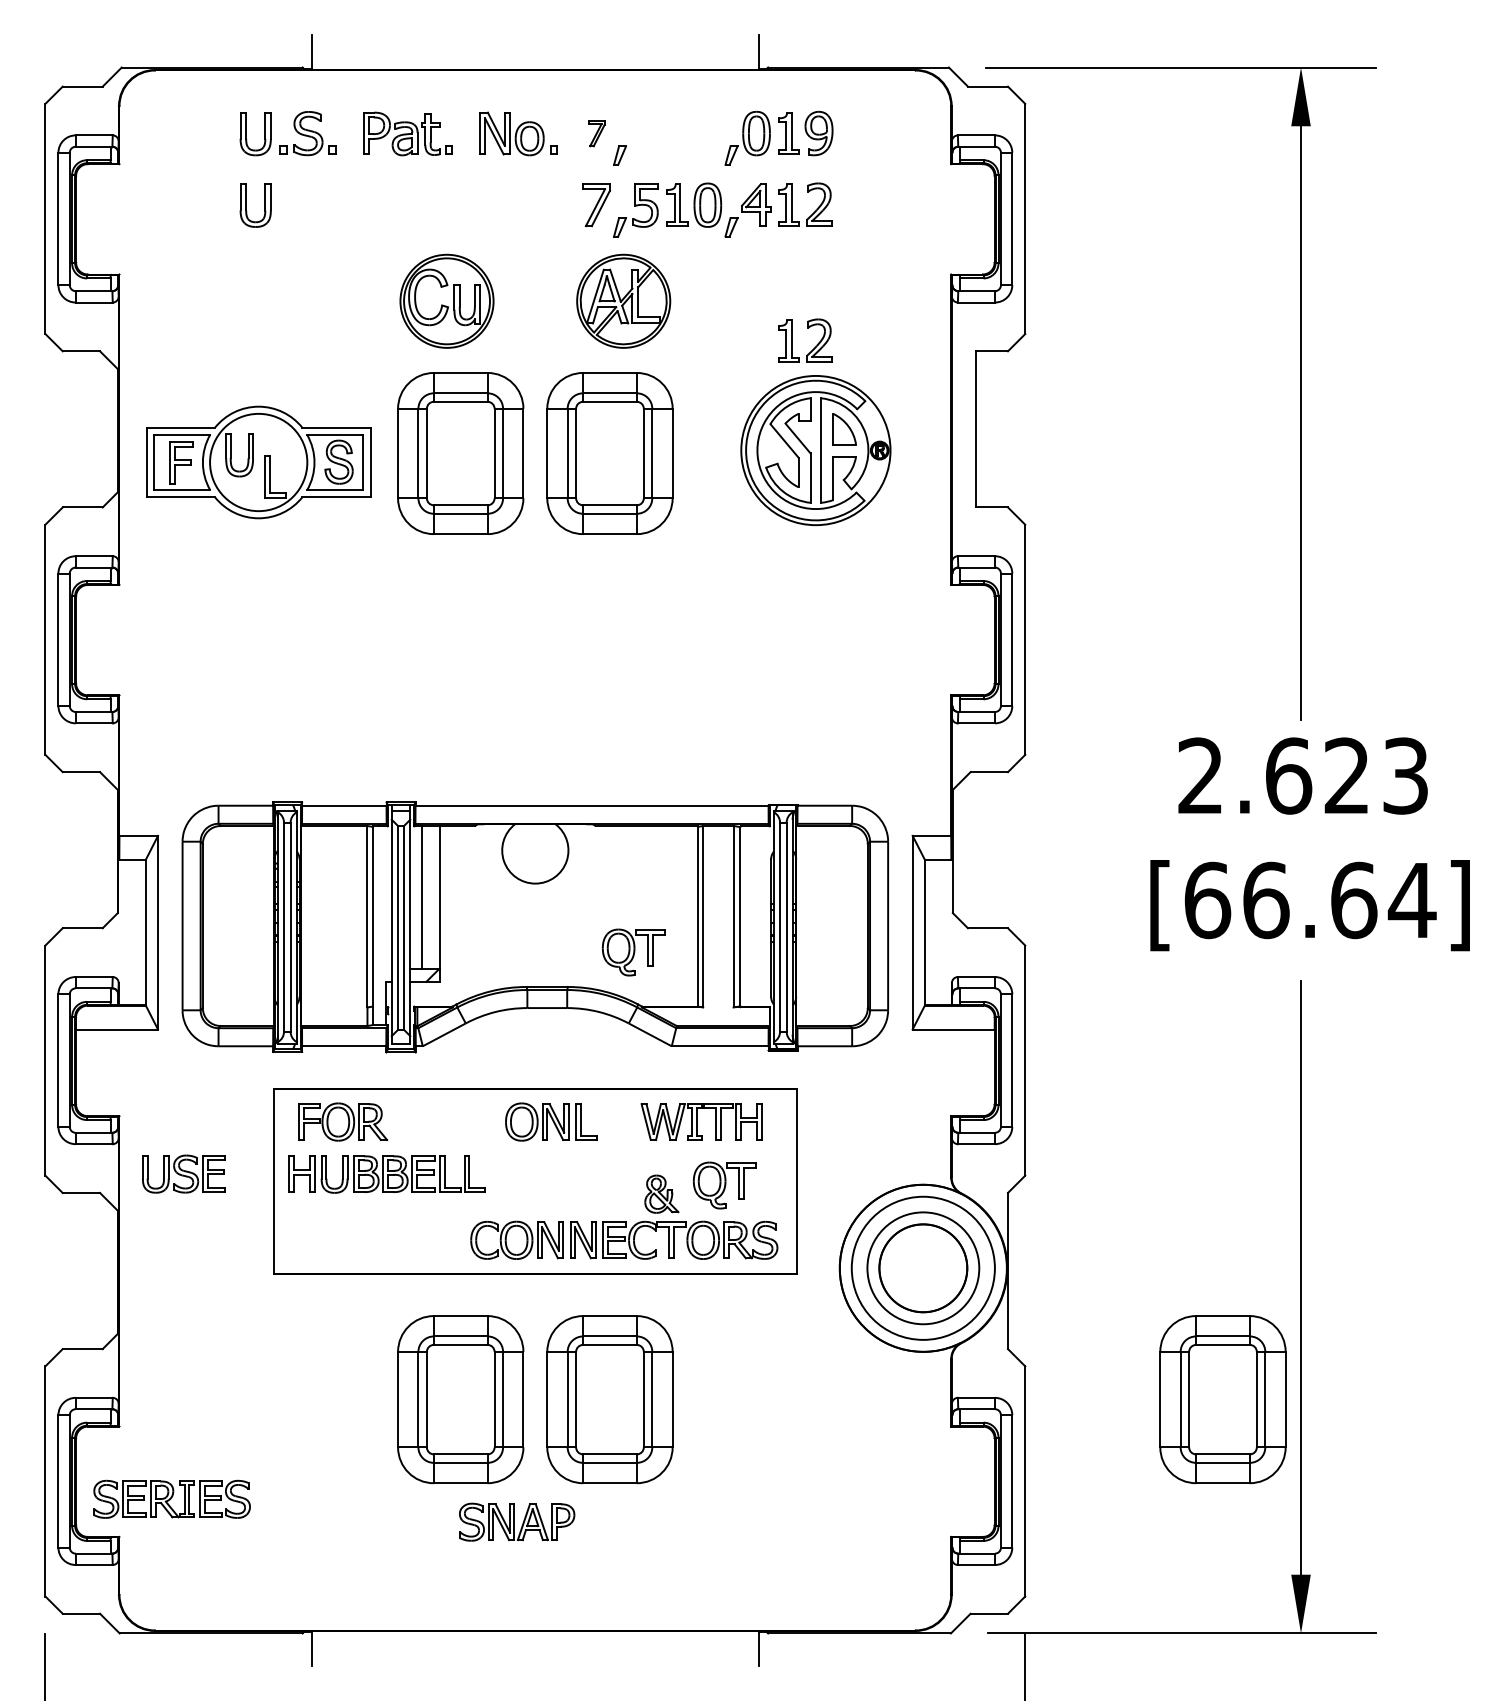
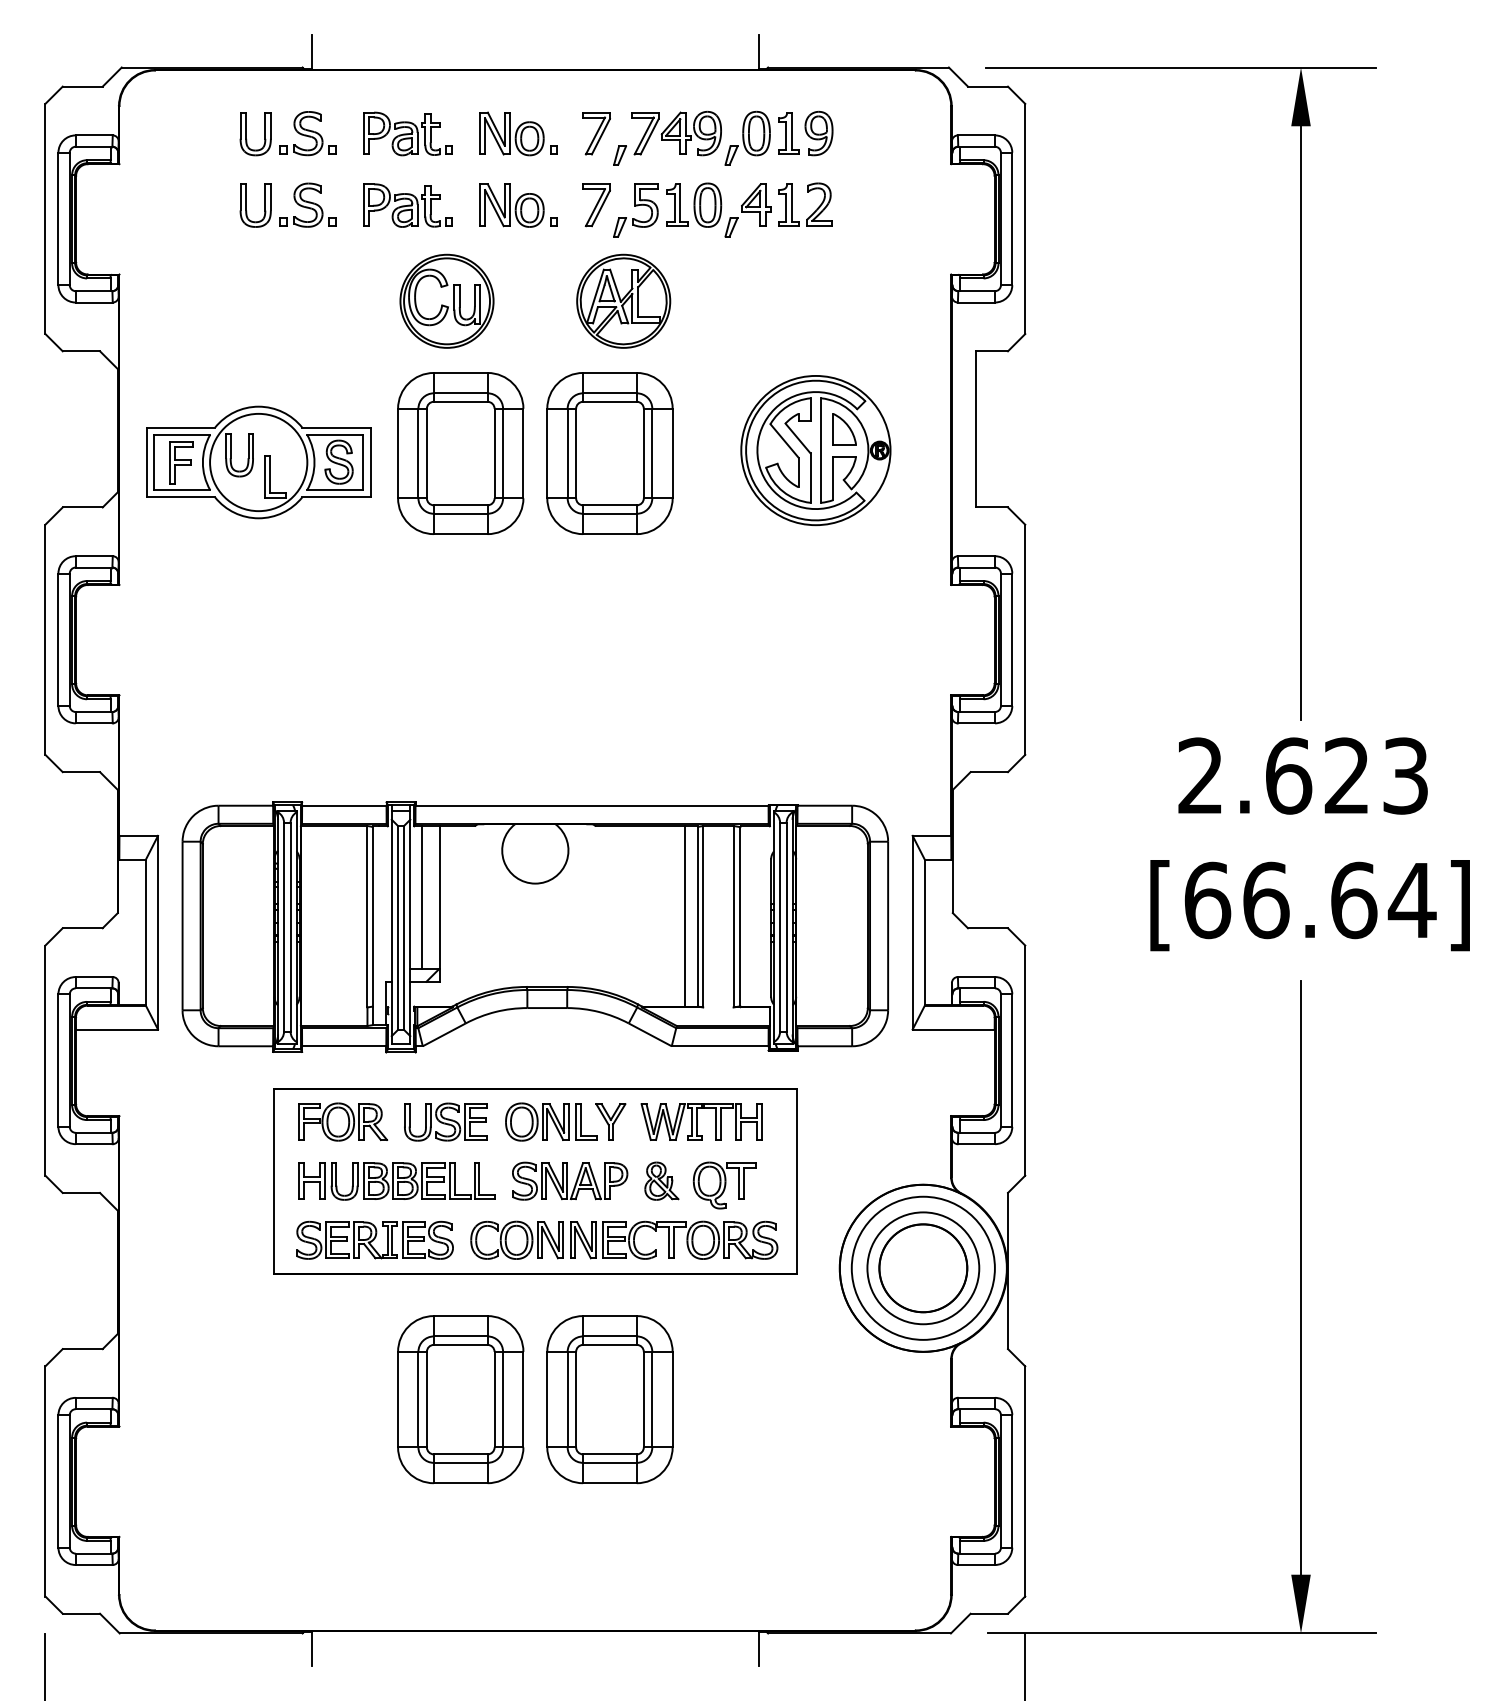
part at (596, 133) size: 18x28 px -> 29x44 px
part at (676, 133): none -> present
part at (307, 204): none -> present
part at (407, 205): none -> present
part at (518, 205): none -> present
part at (813, 348): present -> none
line at (684, 916): none -> present
part at (633, 952): present -> none
part at (610, 1121): none -> present
part at (183, 1173) position: (183, 1173) -> (445, 1121)
part at (386, 1174) position: (386, 1174) -> (396, 1181)
part at (661, 1193) position: (661, 1193) -> (661, 1180)
part at (1222, 1399): present -> none
part at (171, 1498) position: (171, 1498) -> (374, 1239)
part at (517, 1521) position: (517, 1521) -> (570, 1180)
